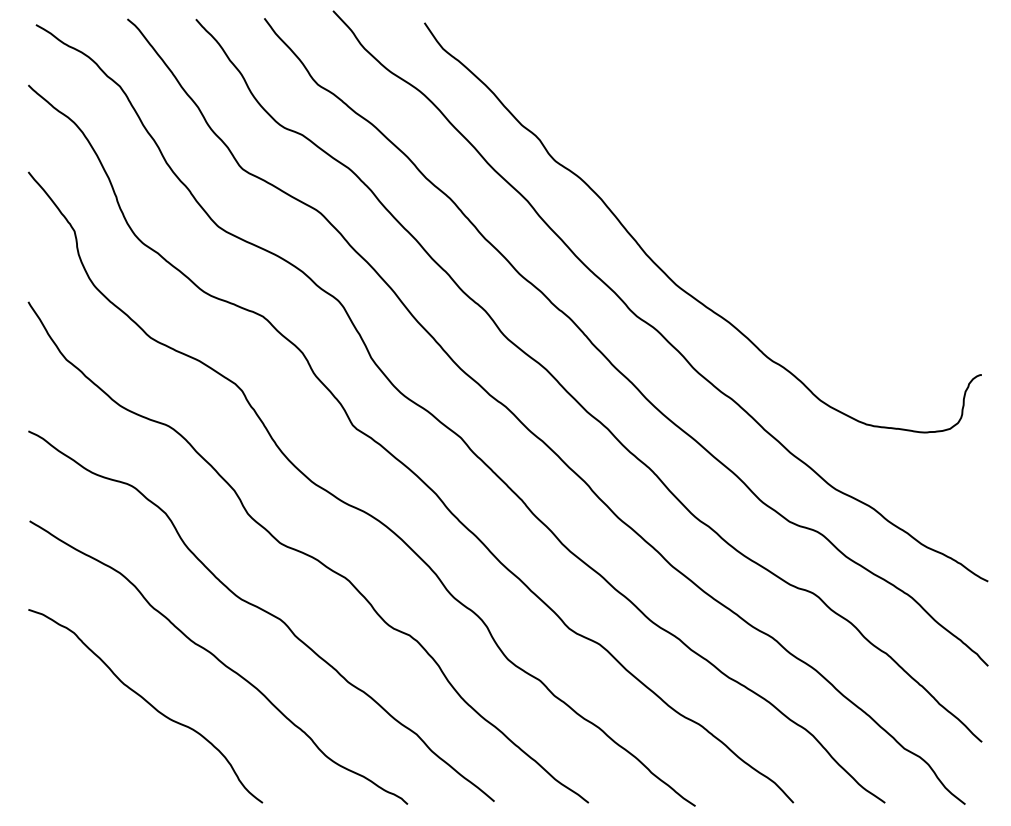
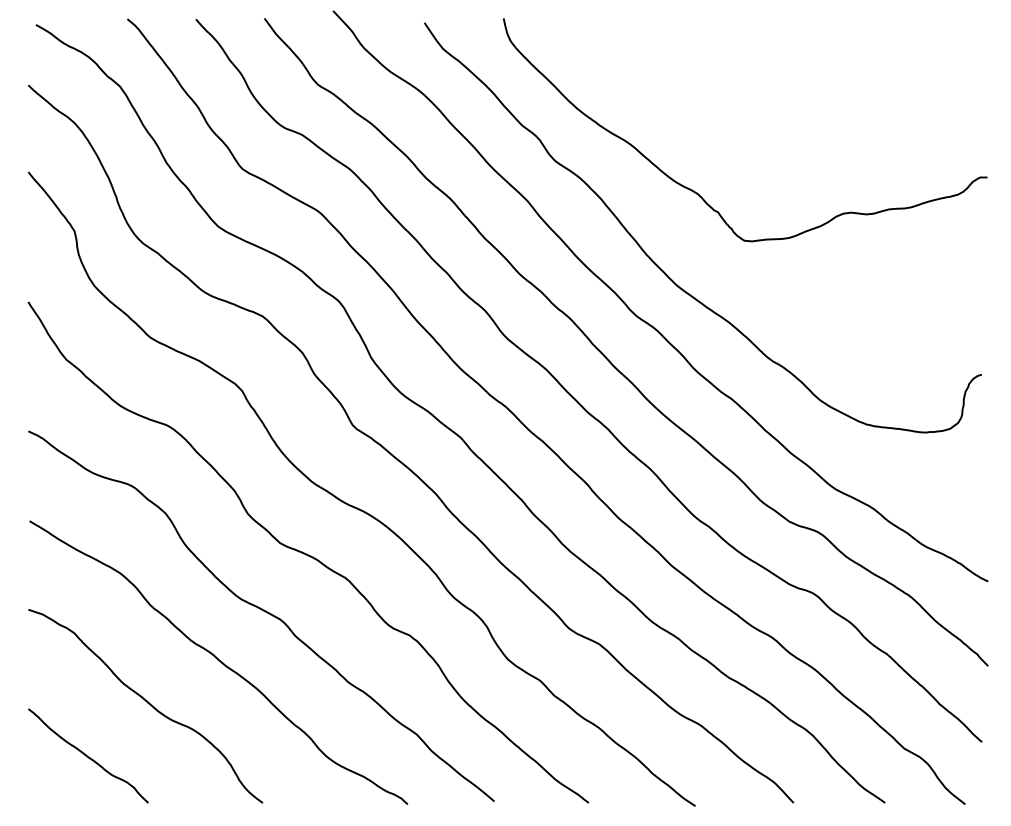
curve at (697, 192): none -> present
curve at (87, 755): none -> present
